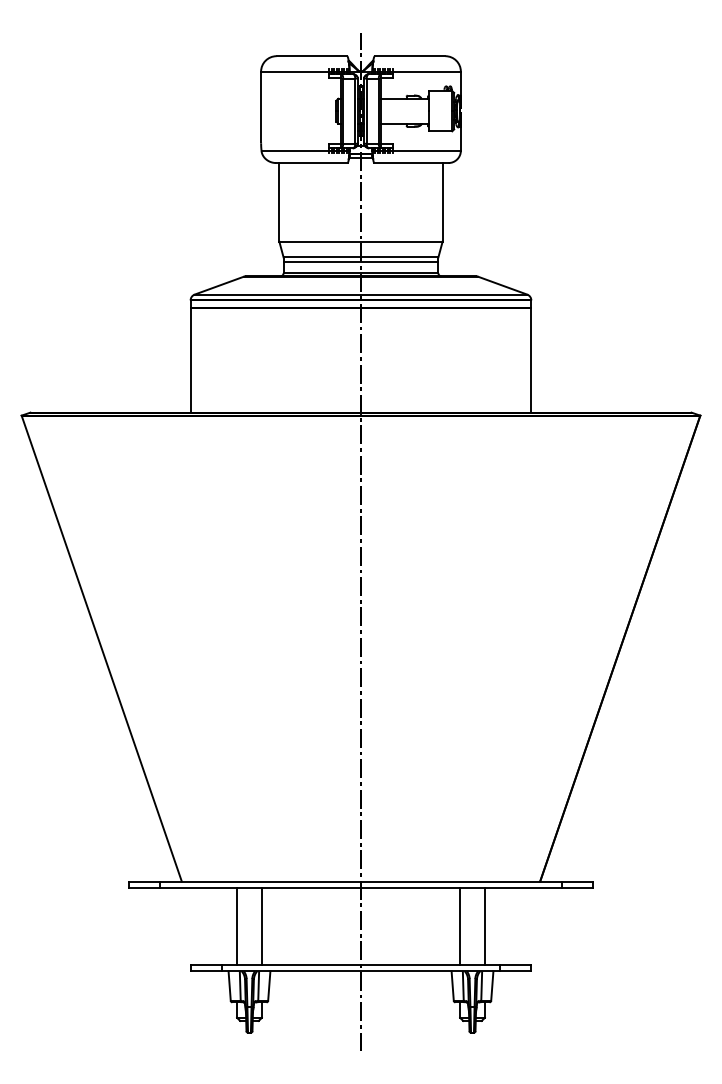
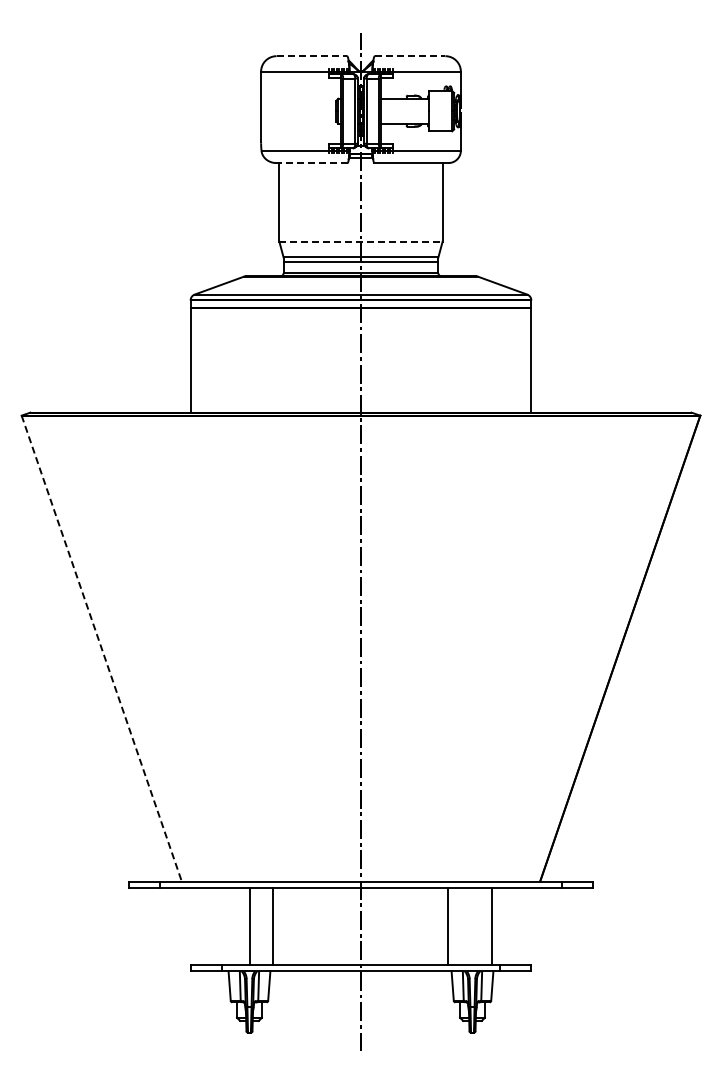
line at (312, 56): solid -> dashed
line at (410, 56): solid -> dashed
line at (311, 163): solid -> dashed
line at (361, 241): solid -> dashed
line at (101, 649): solid -> dashed
line at (237, 926) position: (237, 926) -> (250, 926)
line at (261, 926) position: (261, 926) -> (272, 926)
line at (460, 926) position: (460, 926) -> (448, 926)
line at (484, 926) position: (484, 926) -> (491, 926)
